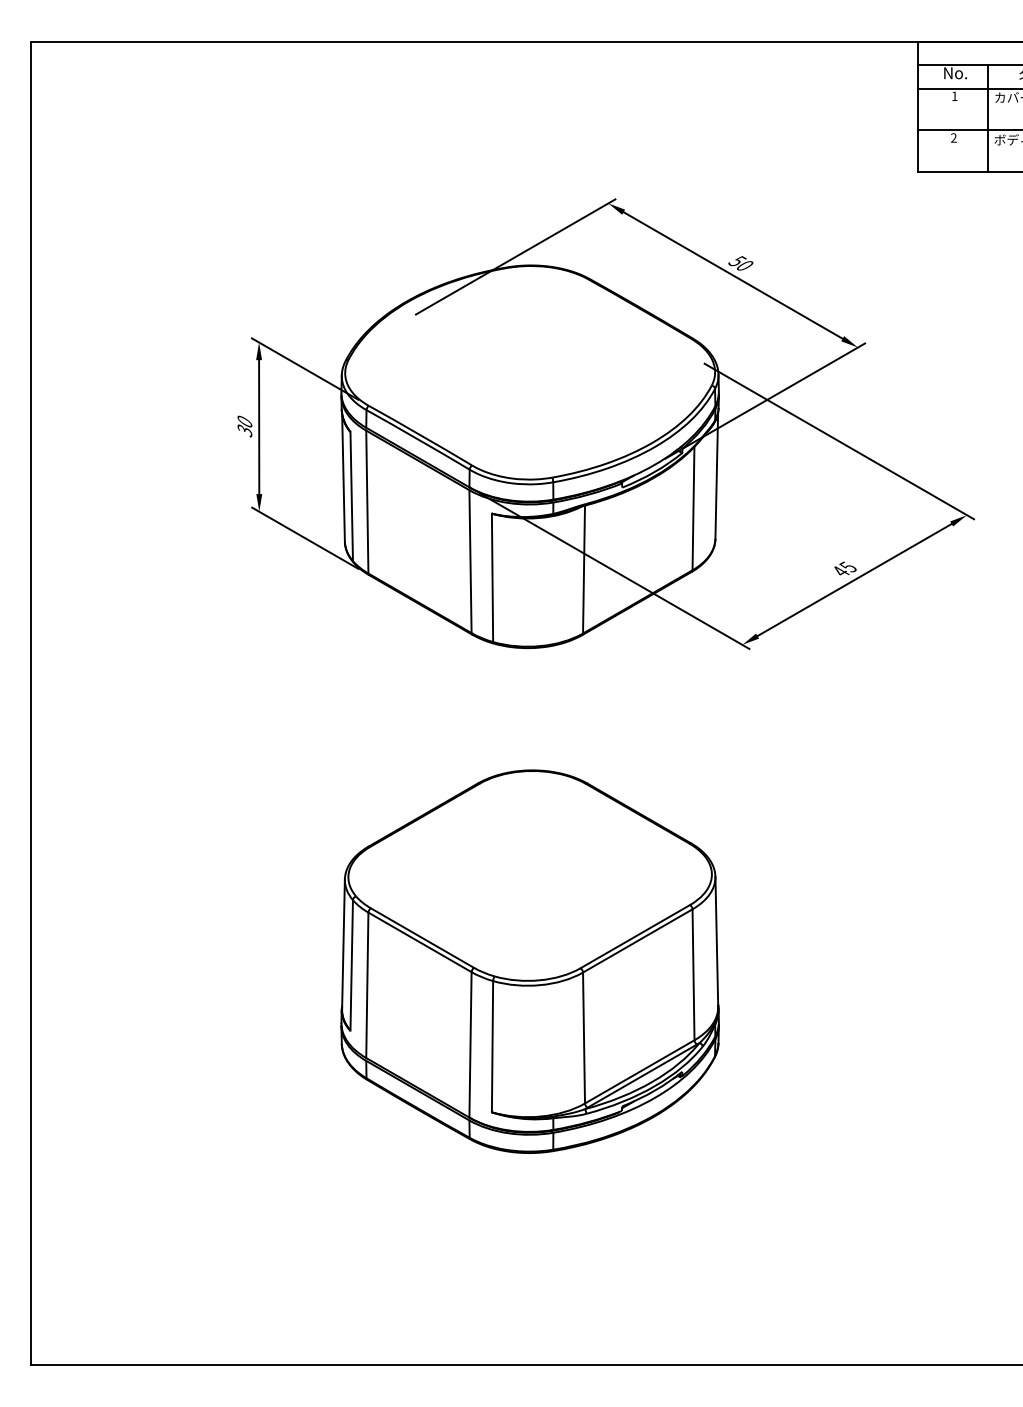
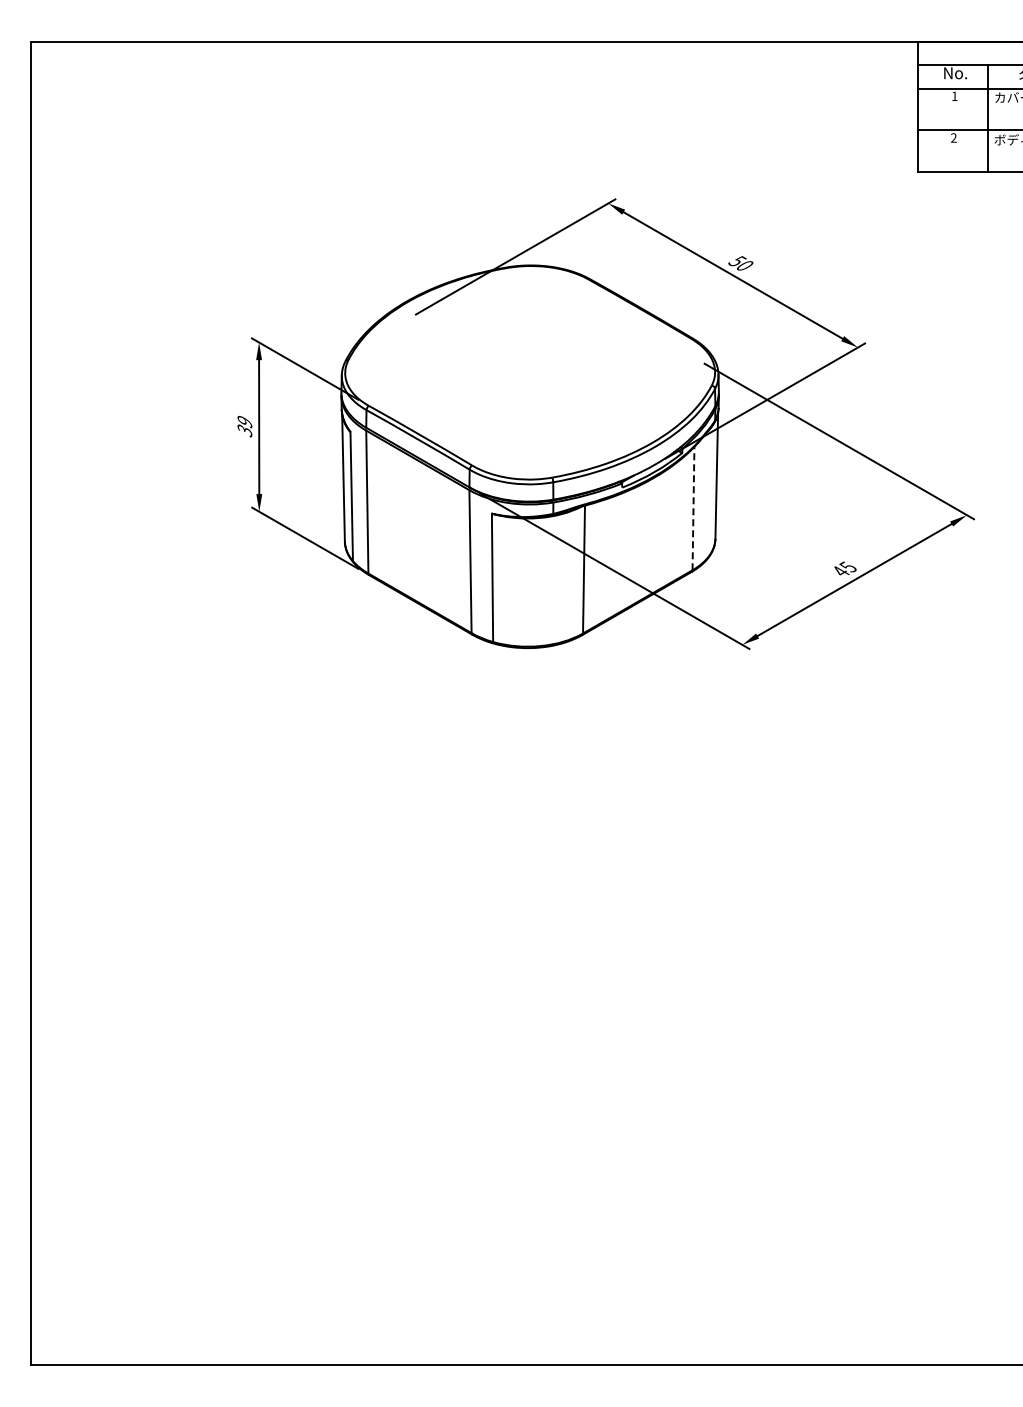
text at (244, 421): 30 -> 39
line at (693, 508): solid -> dashed
part at (529, 961): present -> none
